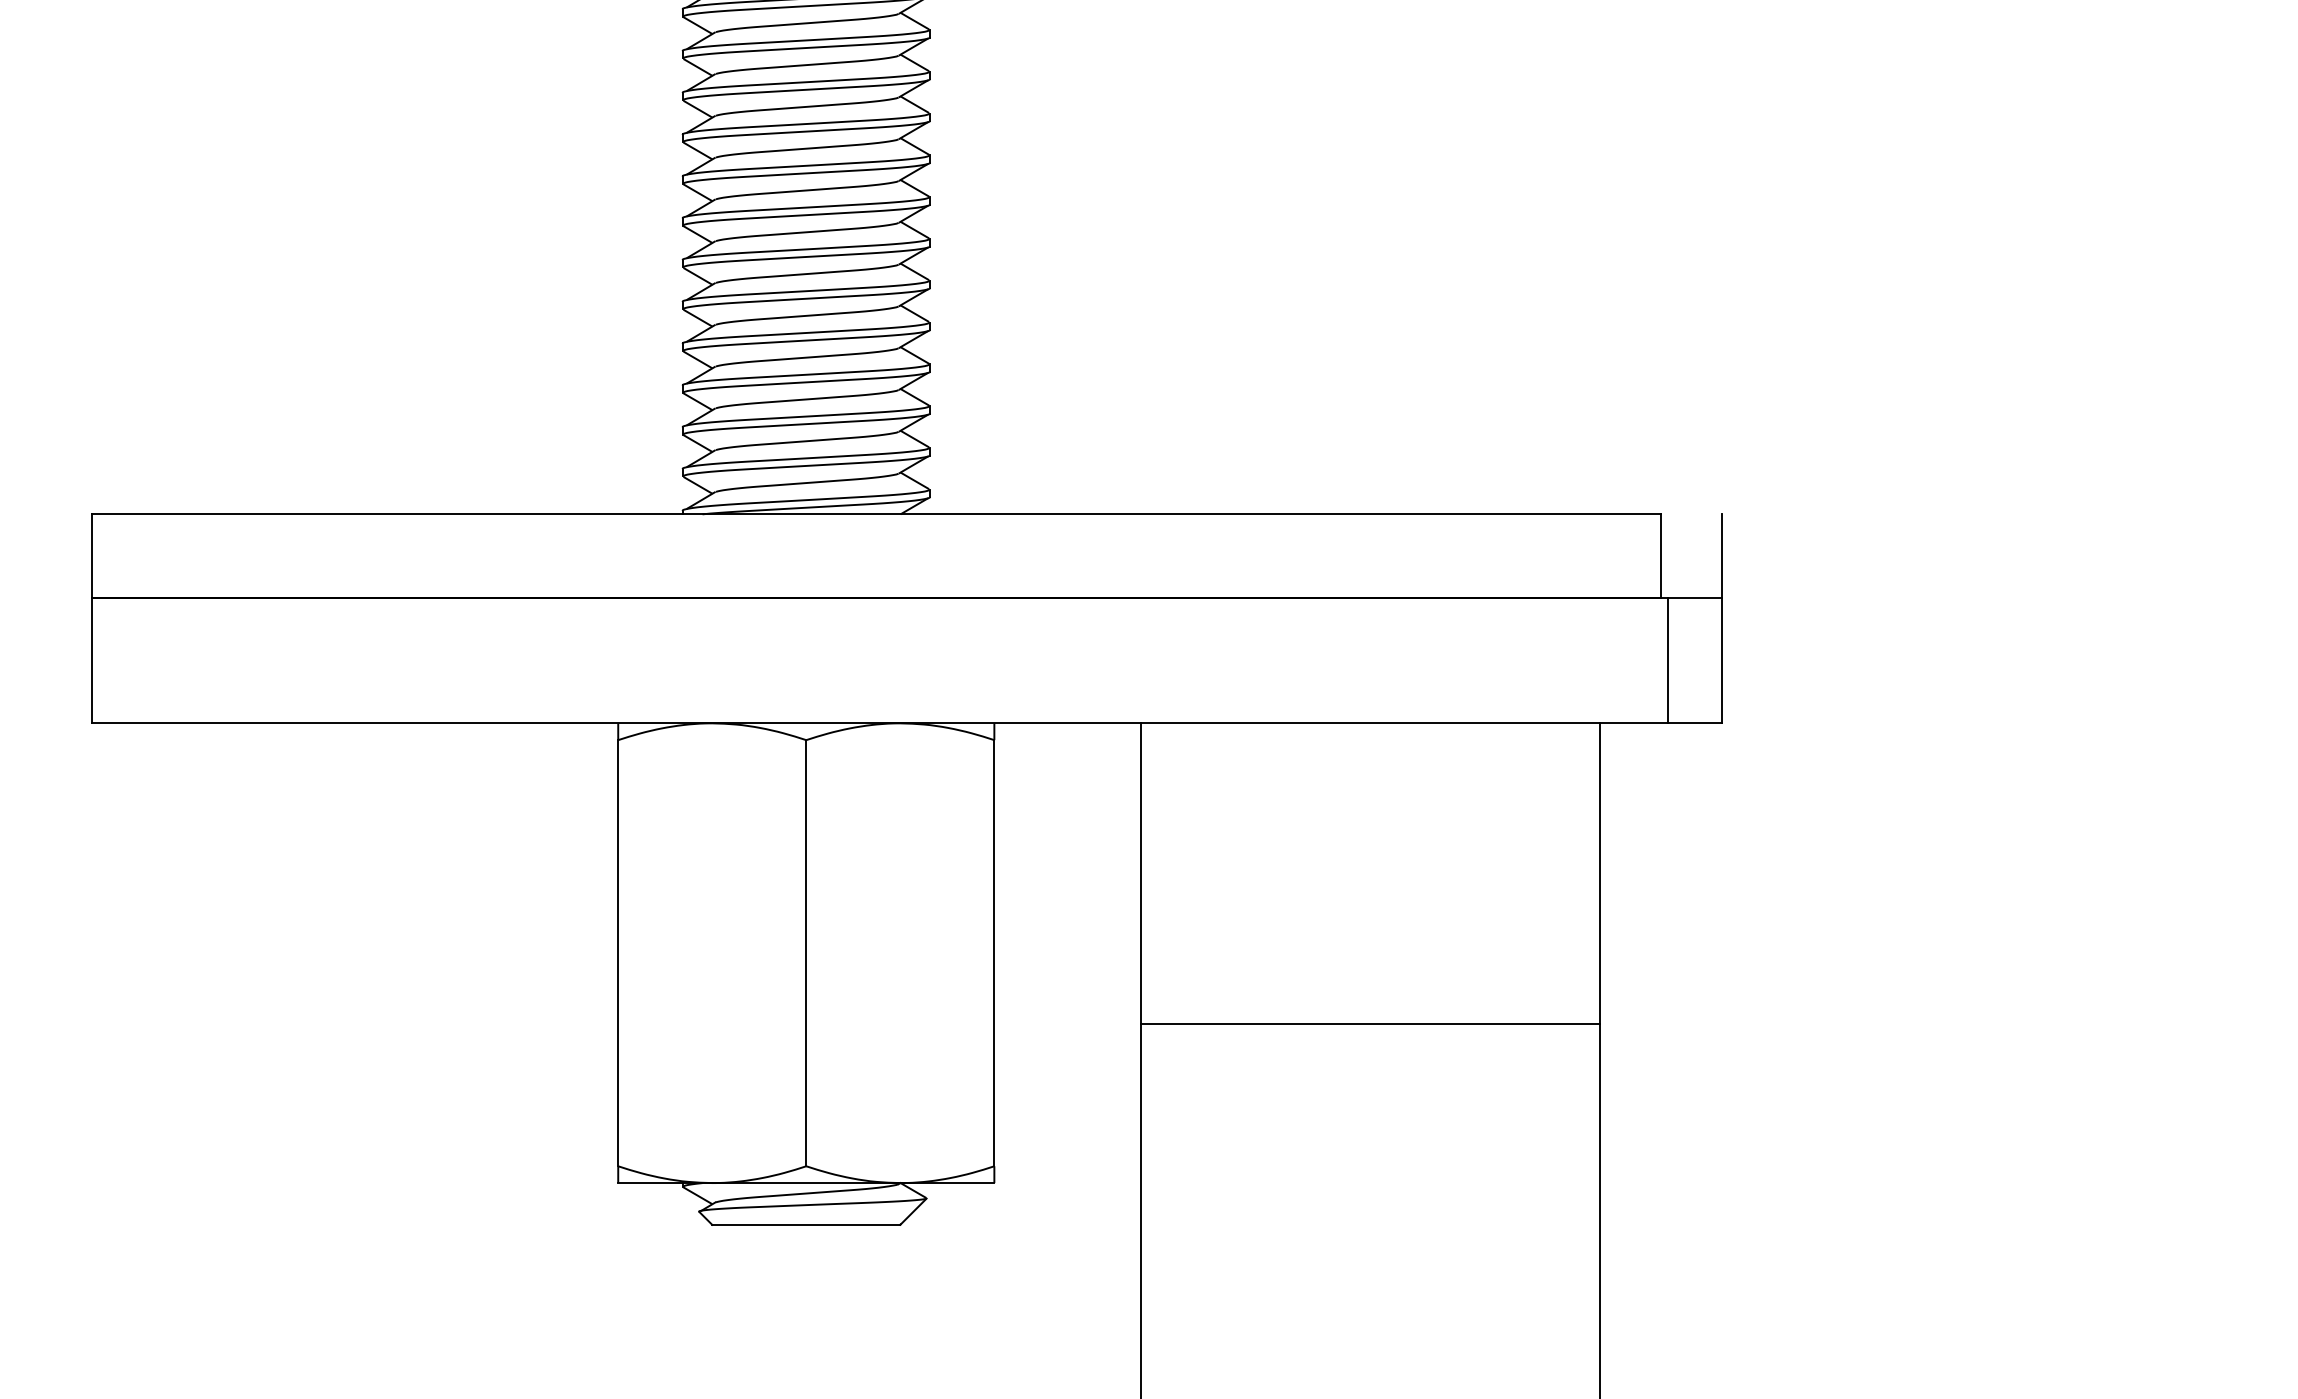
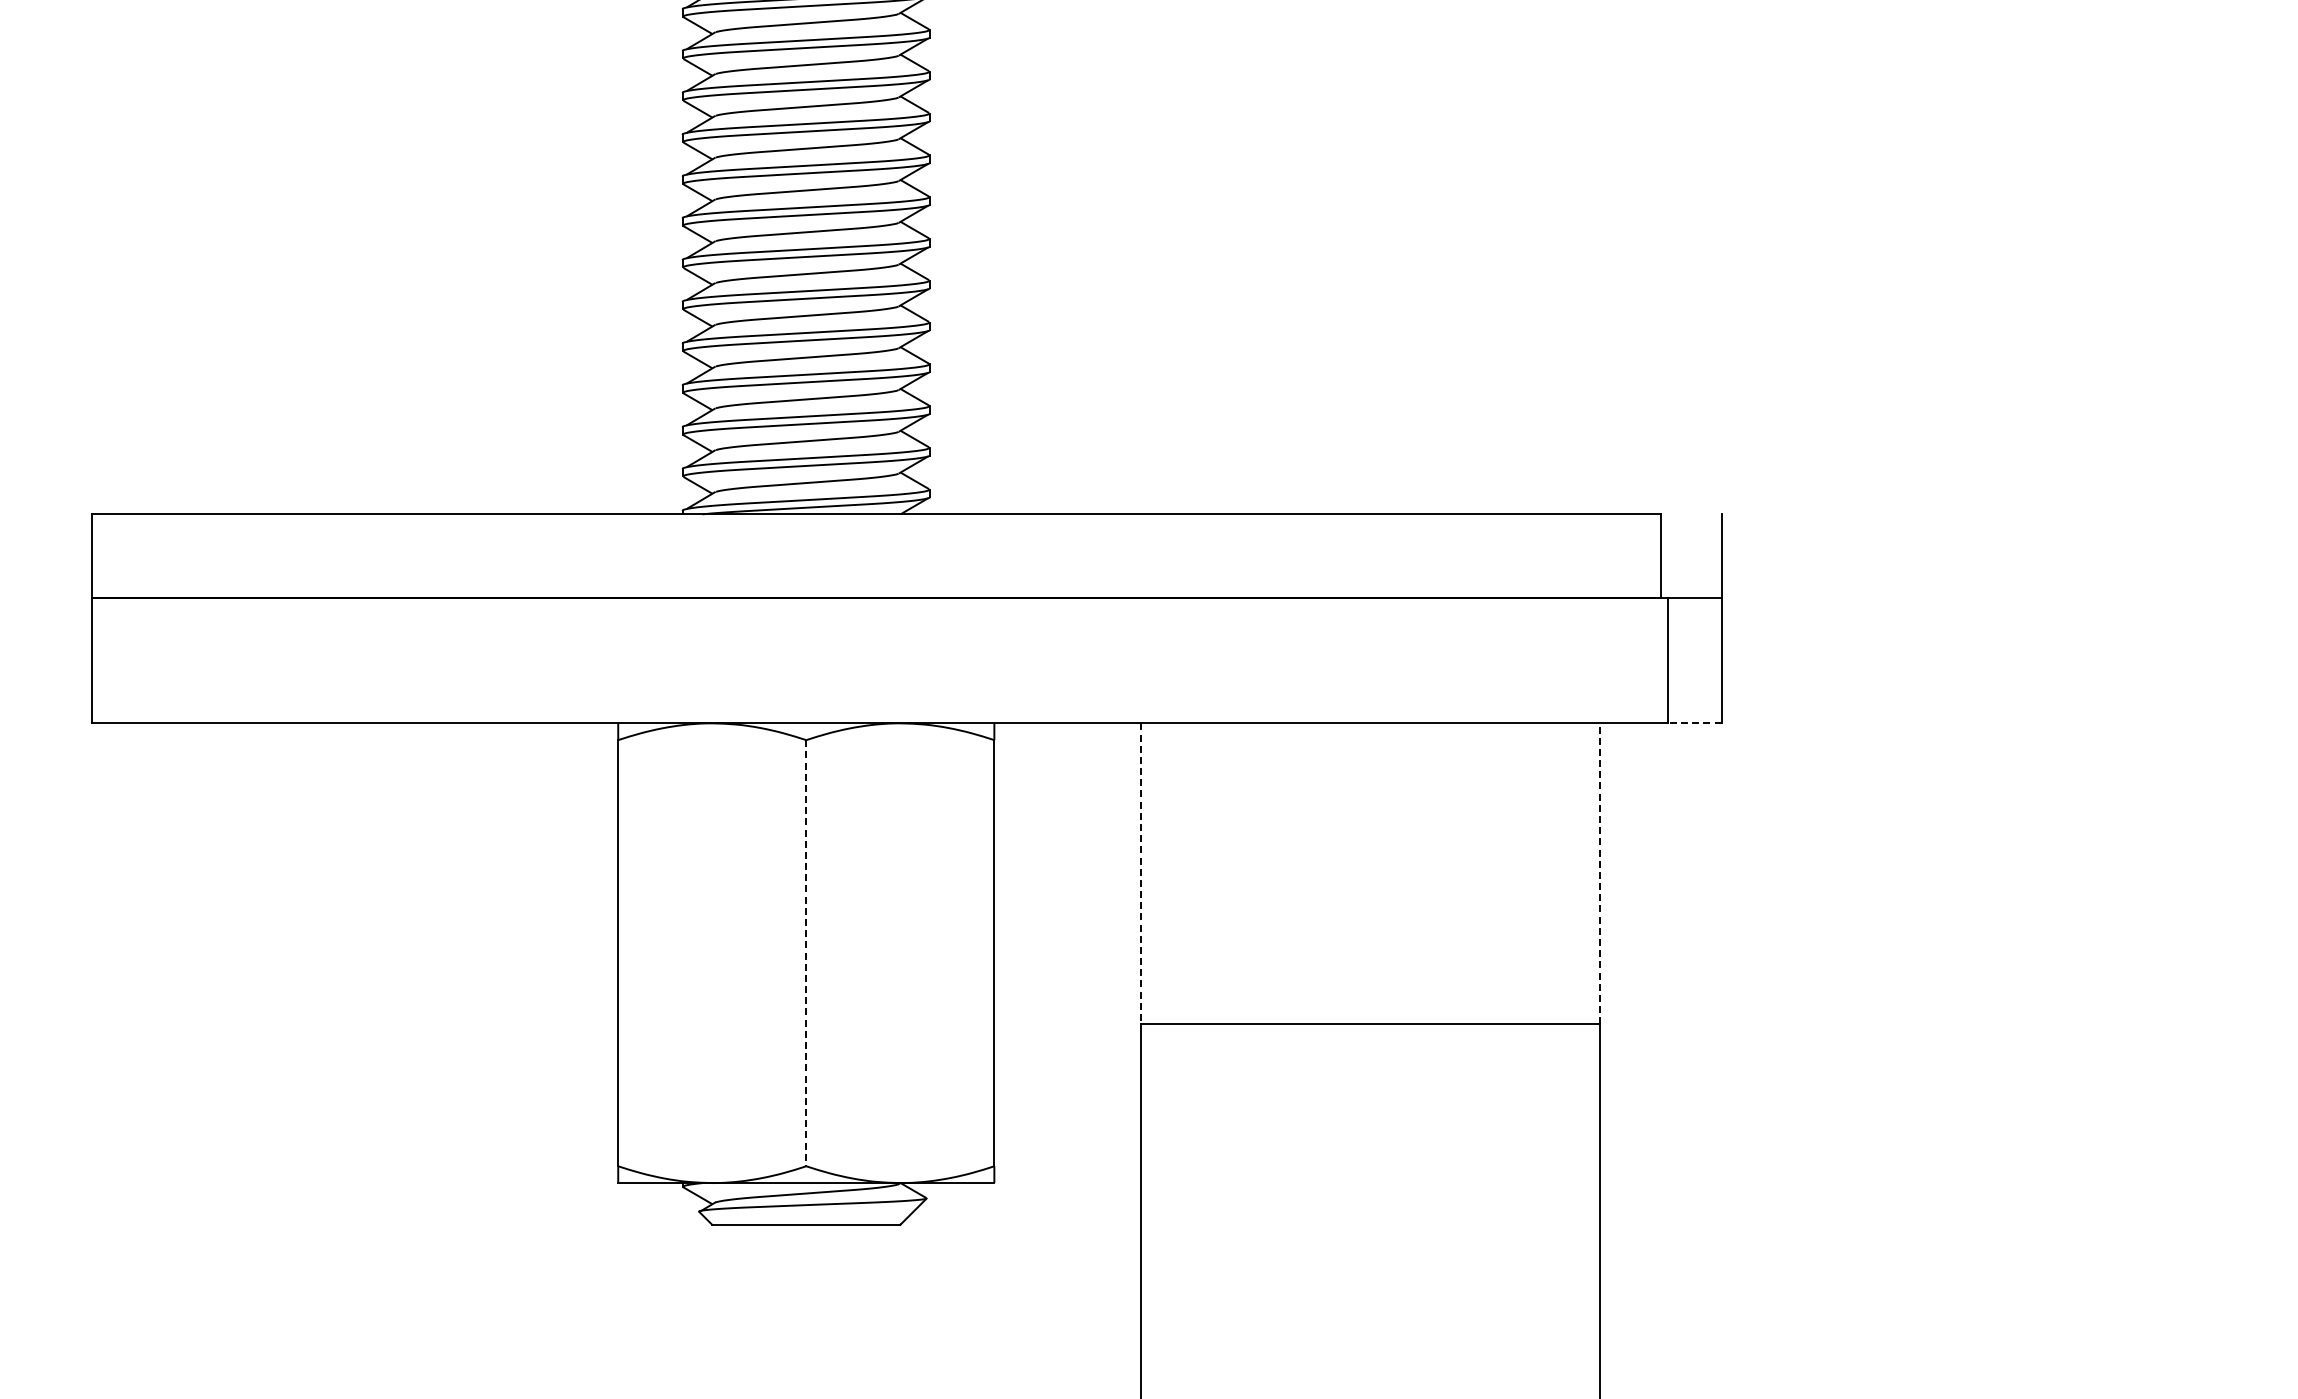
line at (1694, 723): solid -> dashed
line at (1600, 873): solid -> dashed
line at (1140, 874): solid -> dashed
line at (806, 953): solid -> dashed
